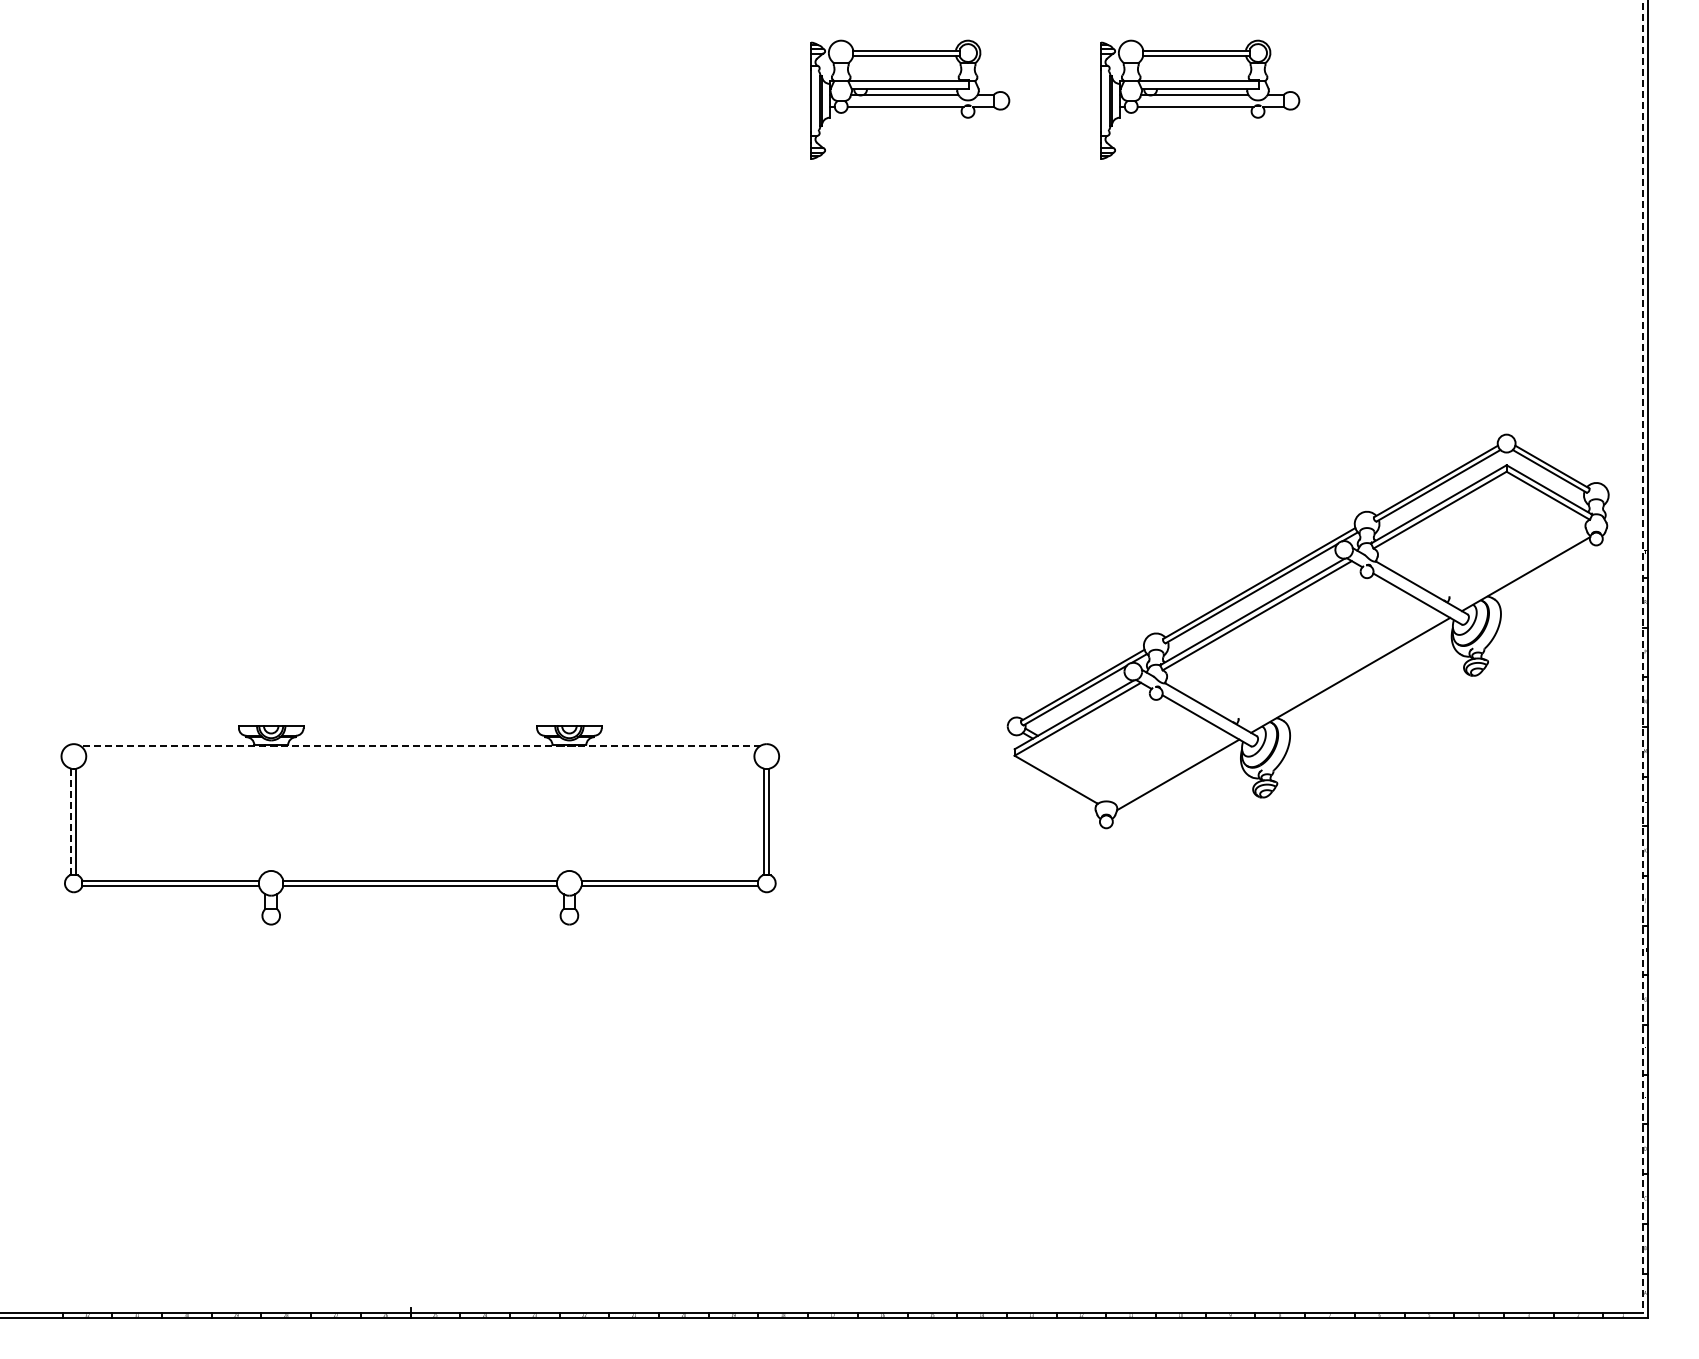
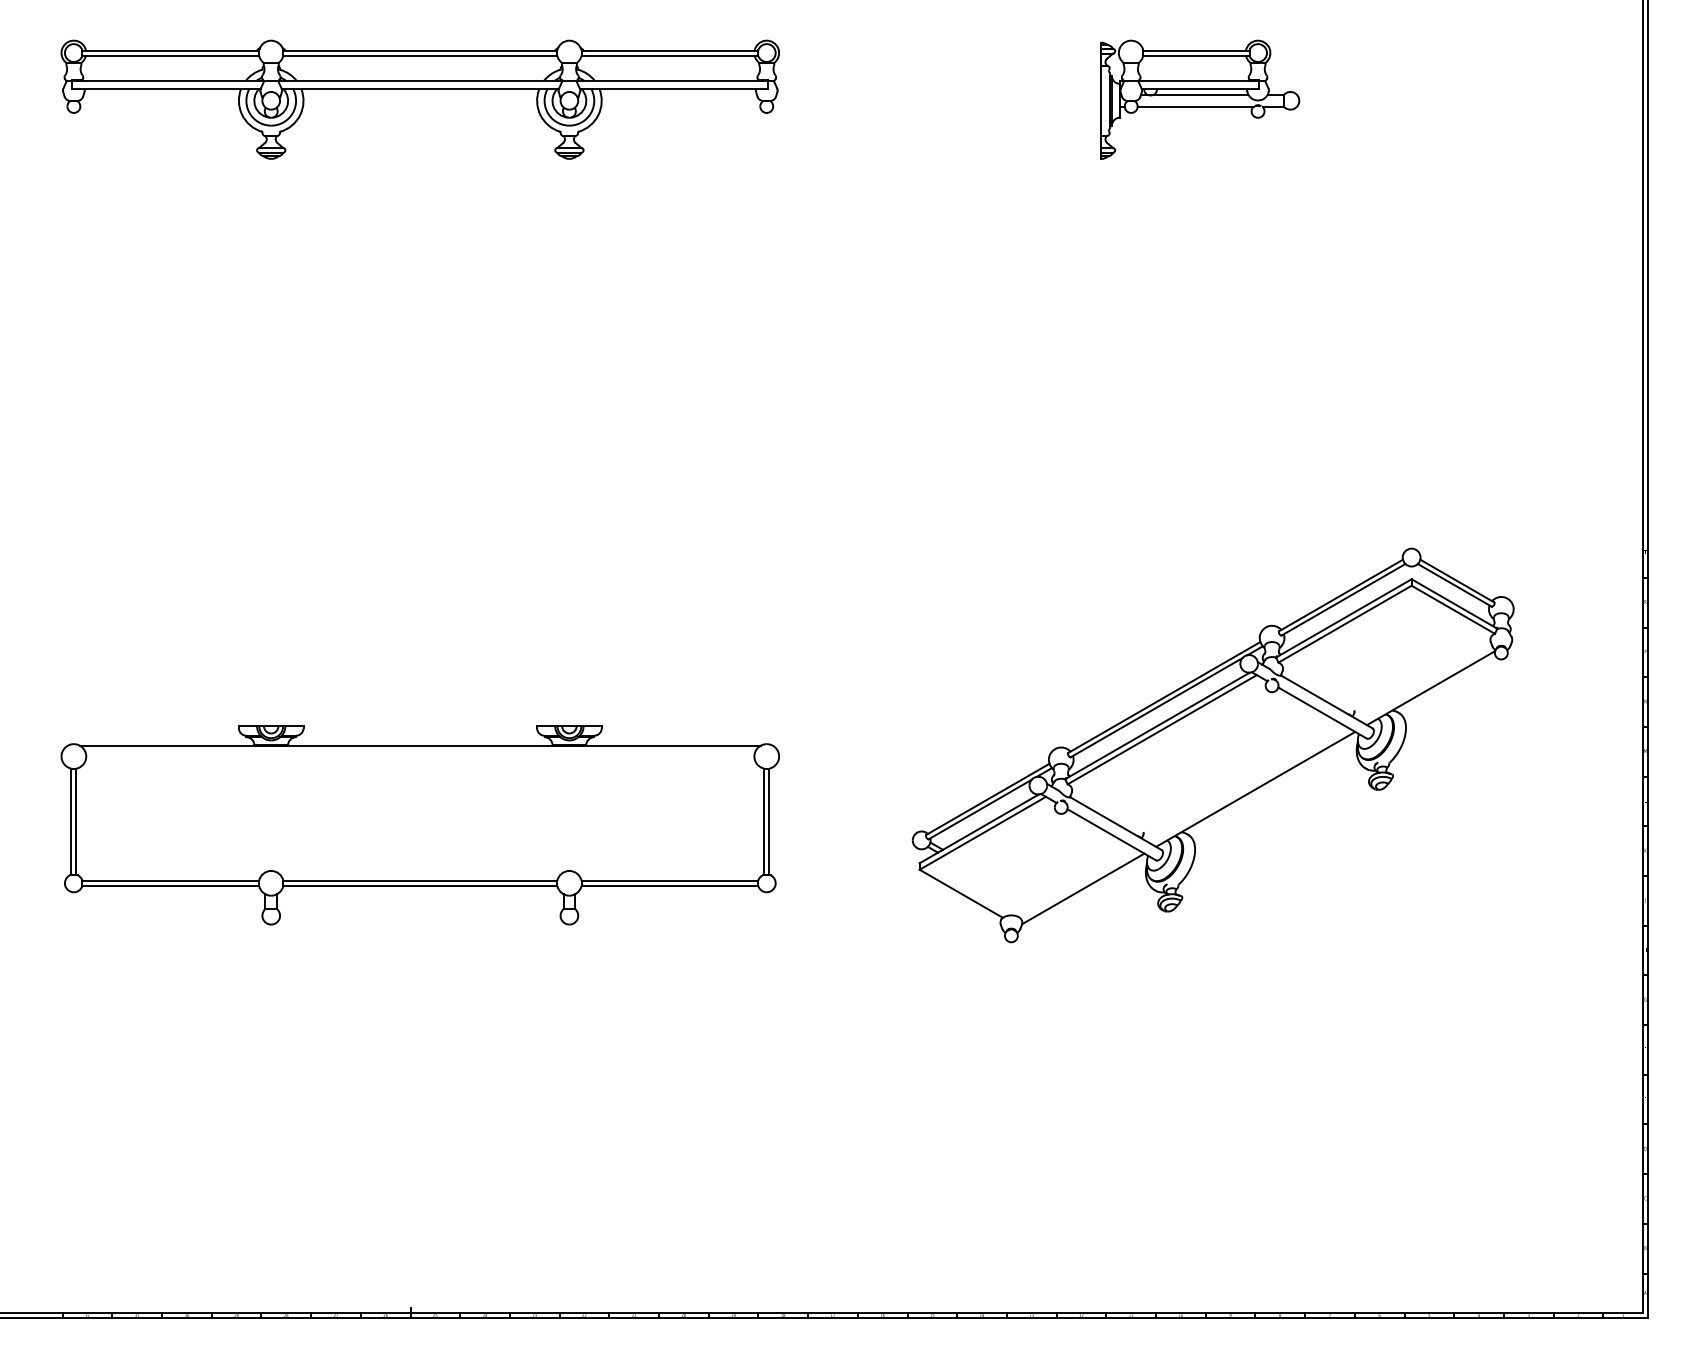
part at (419, 89): none -> present
part at (910, 99): present -> none
part at (1307, 631) position: (1307, 631) -> (1212, 745)
line at (1643, 657): dashed -> solid
line at (420, 745): dashed -> solid
line at (71, 822): dashed -> solid
